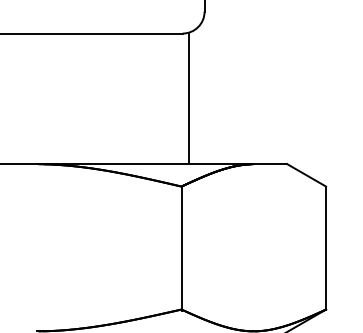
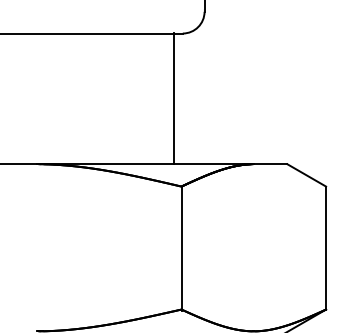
line at (189, 98) position: (189, 98) -> (174, 98)
